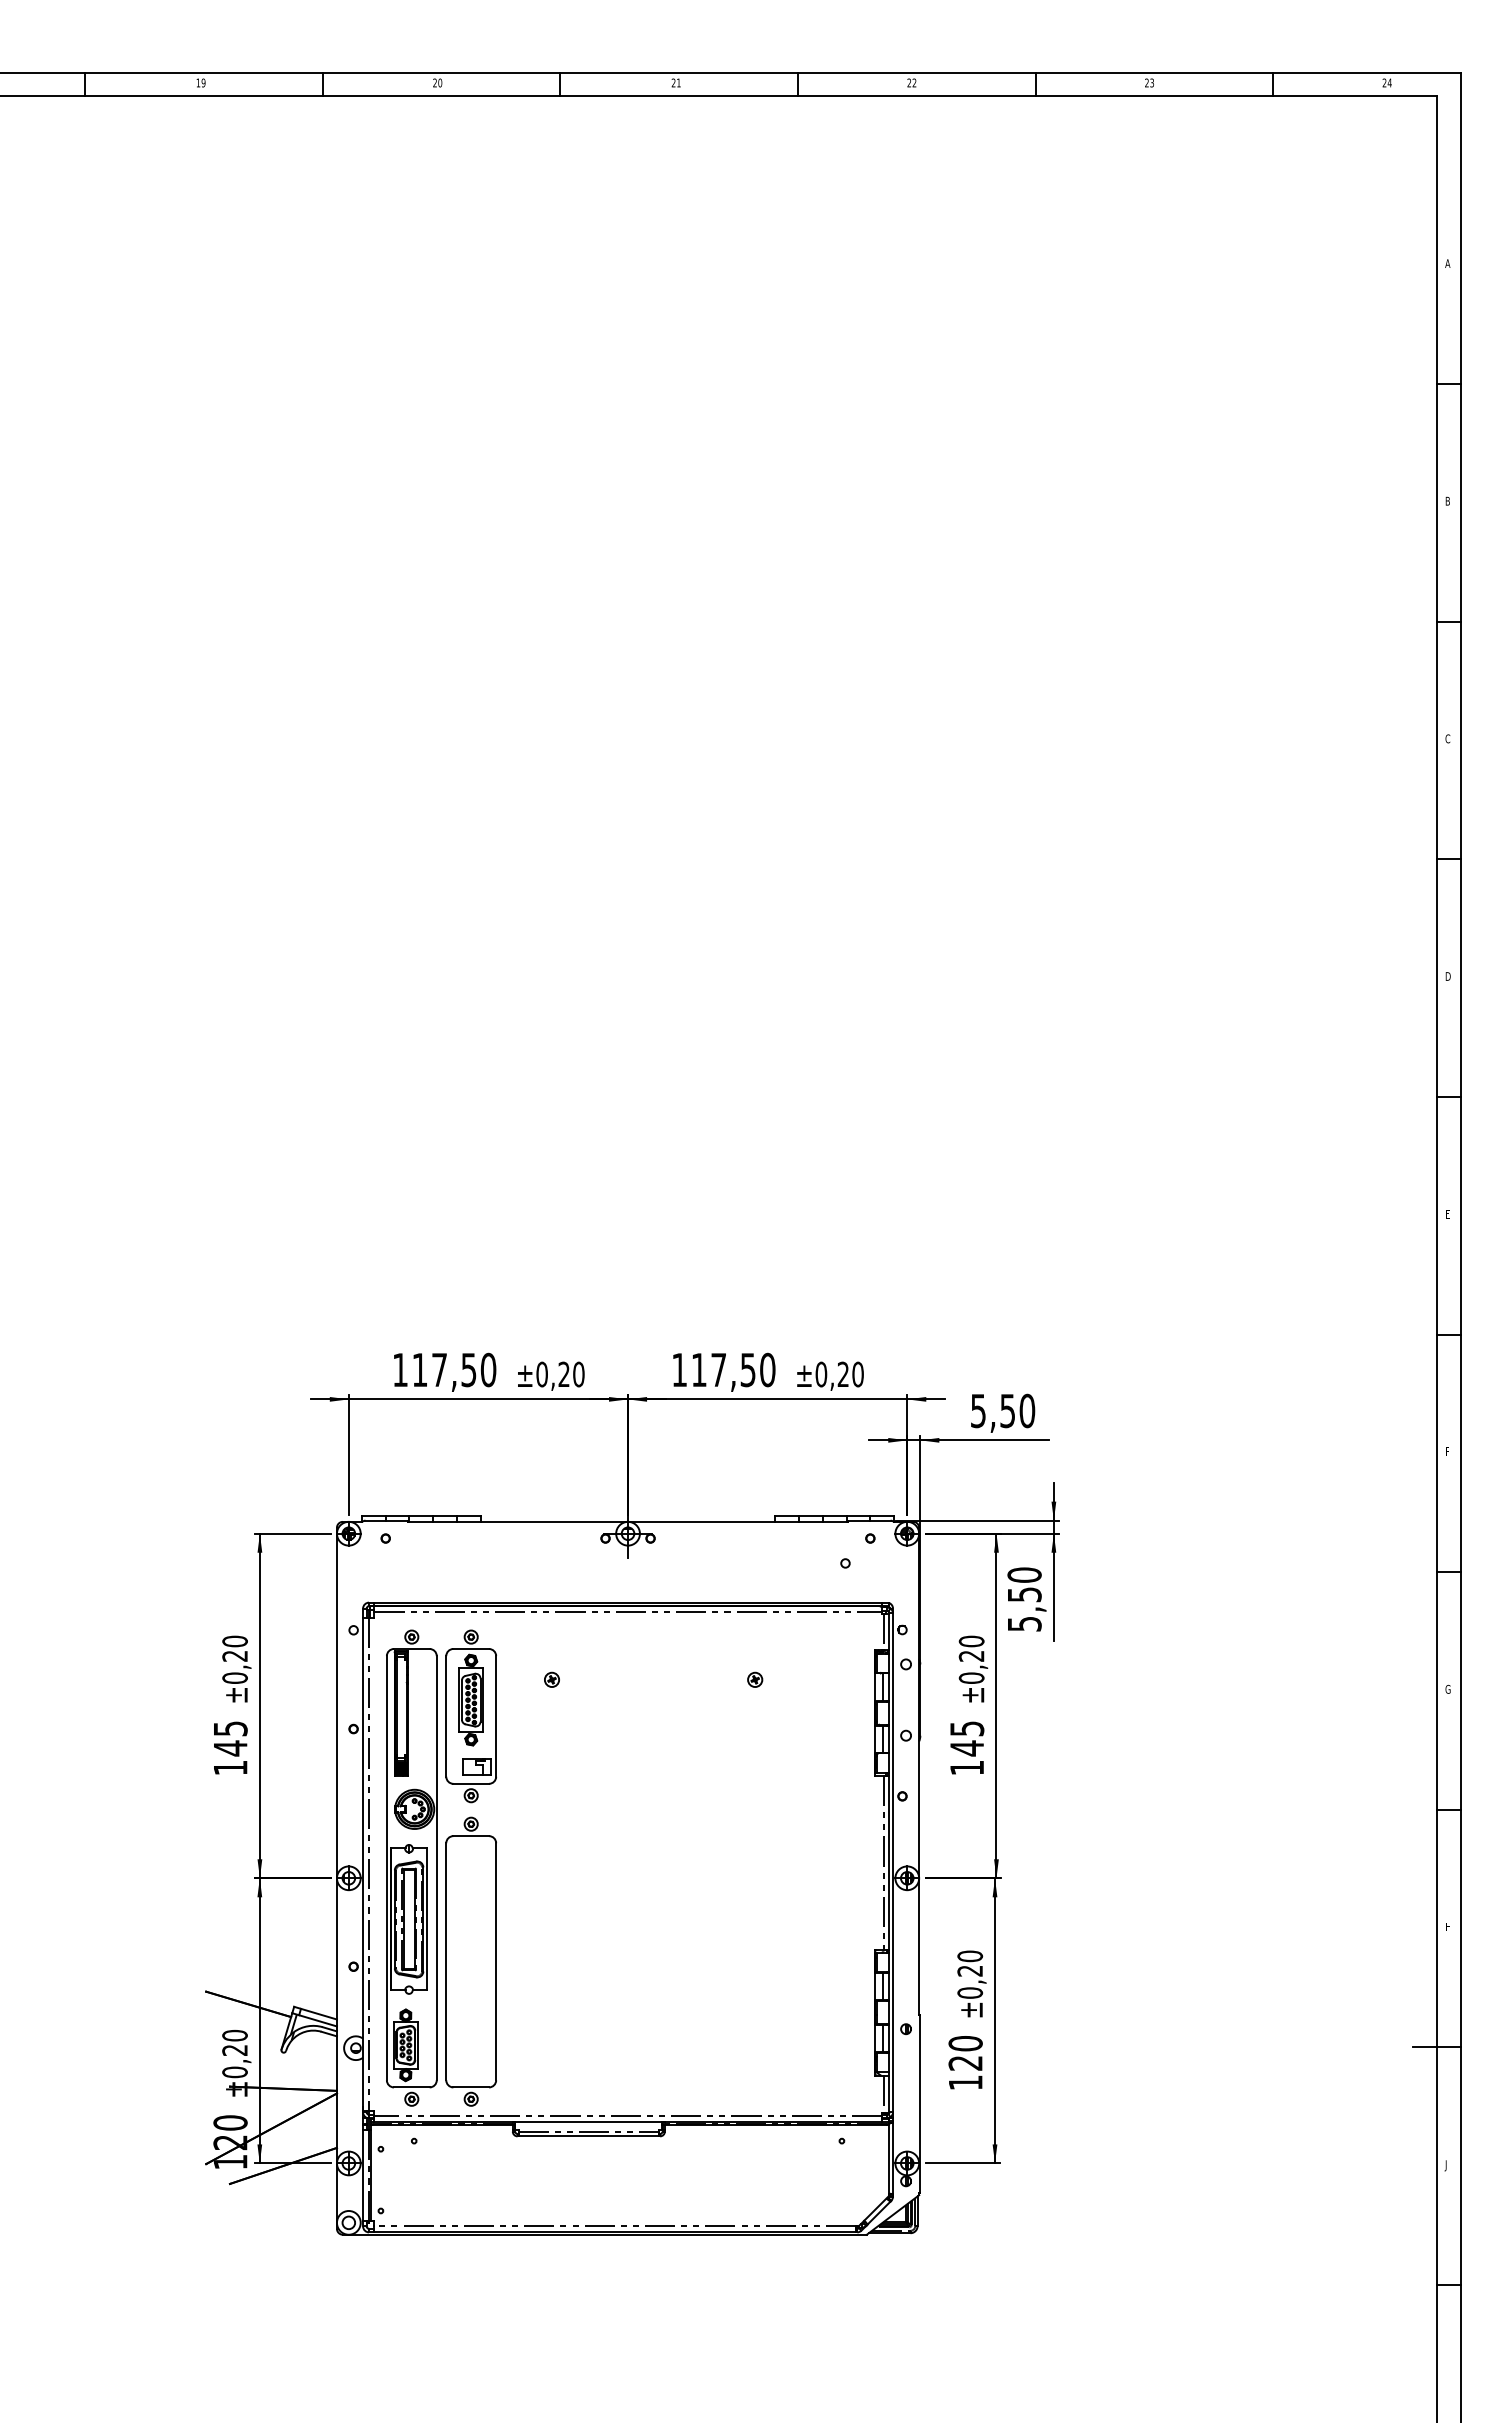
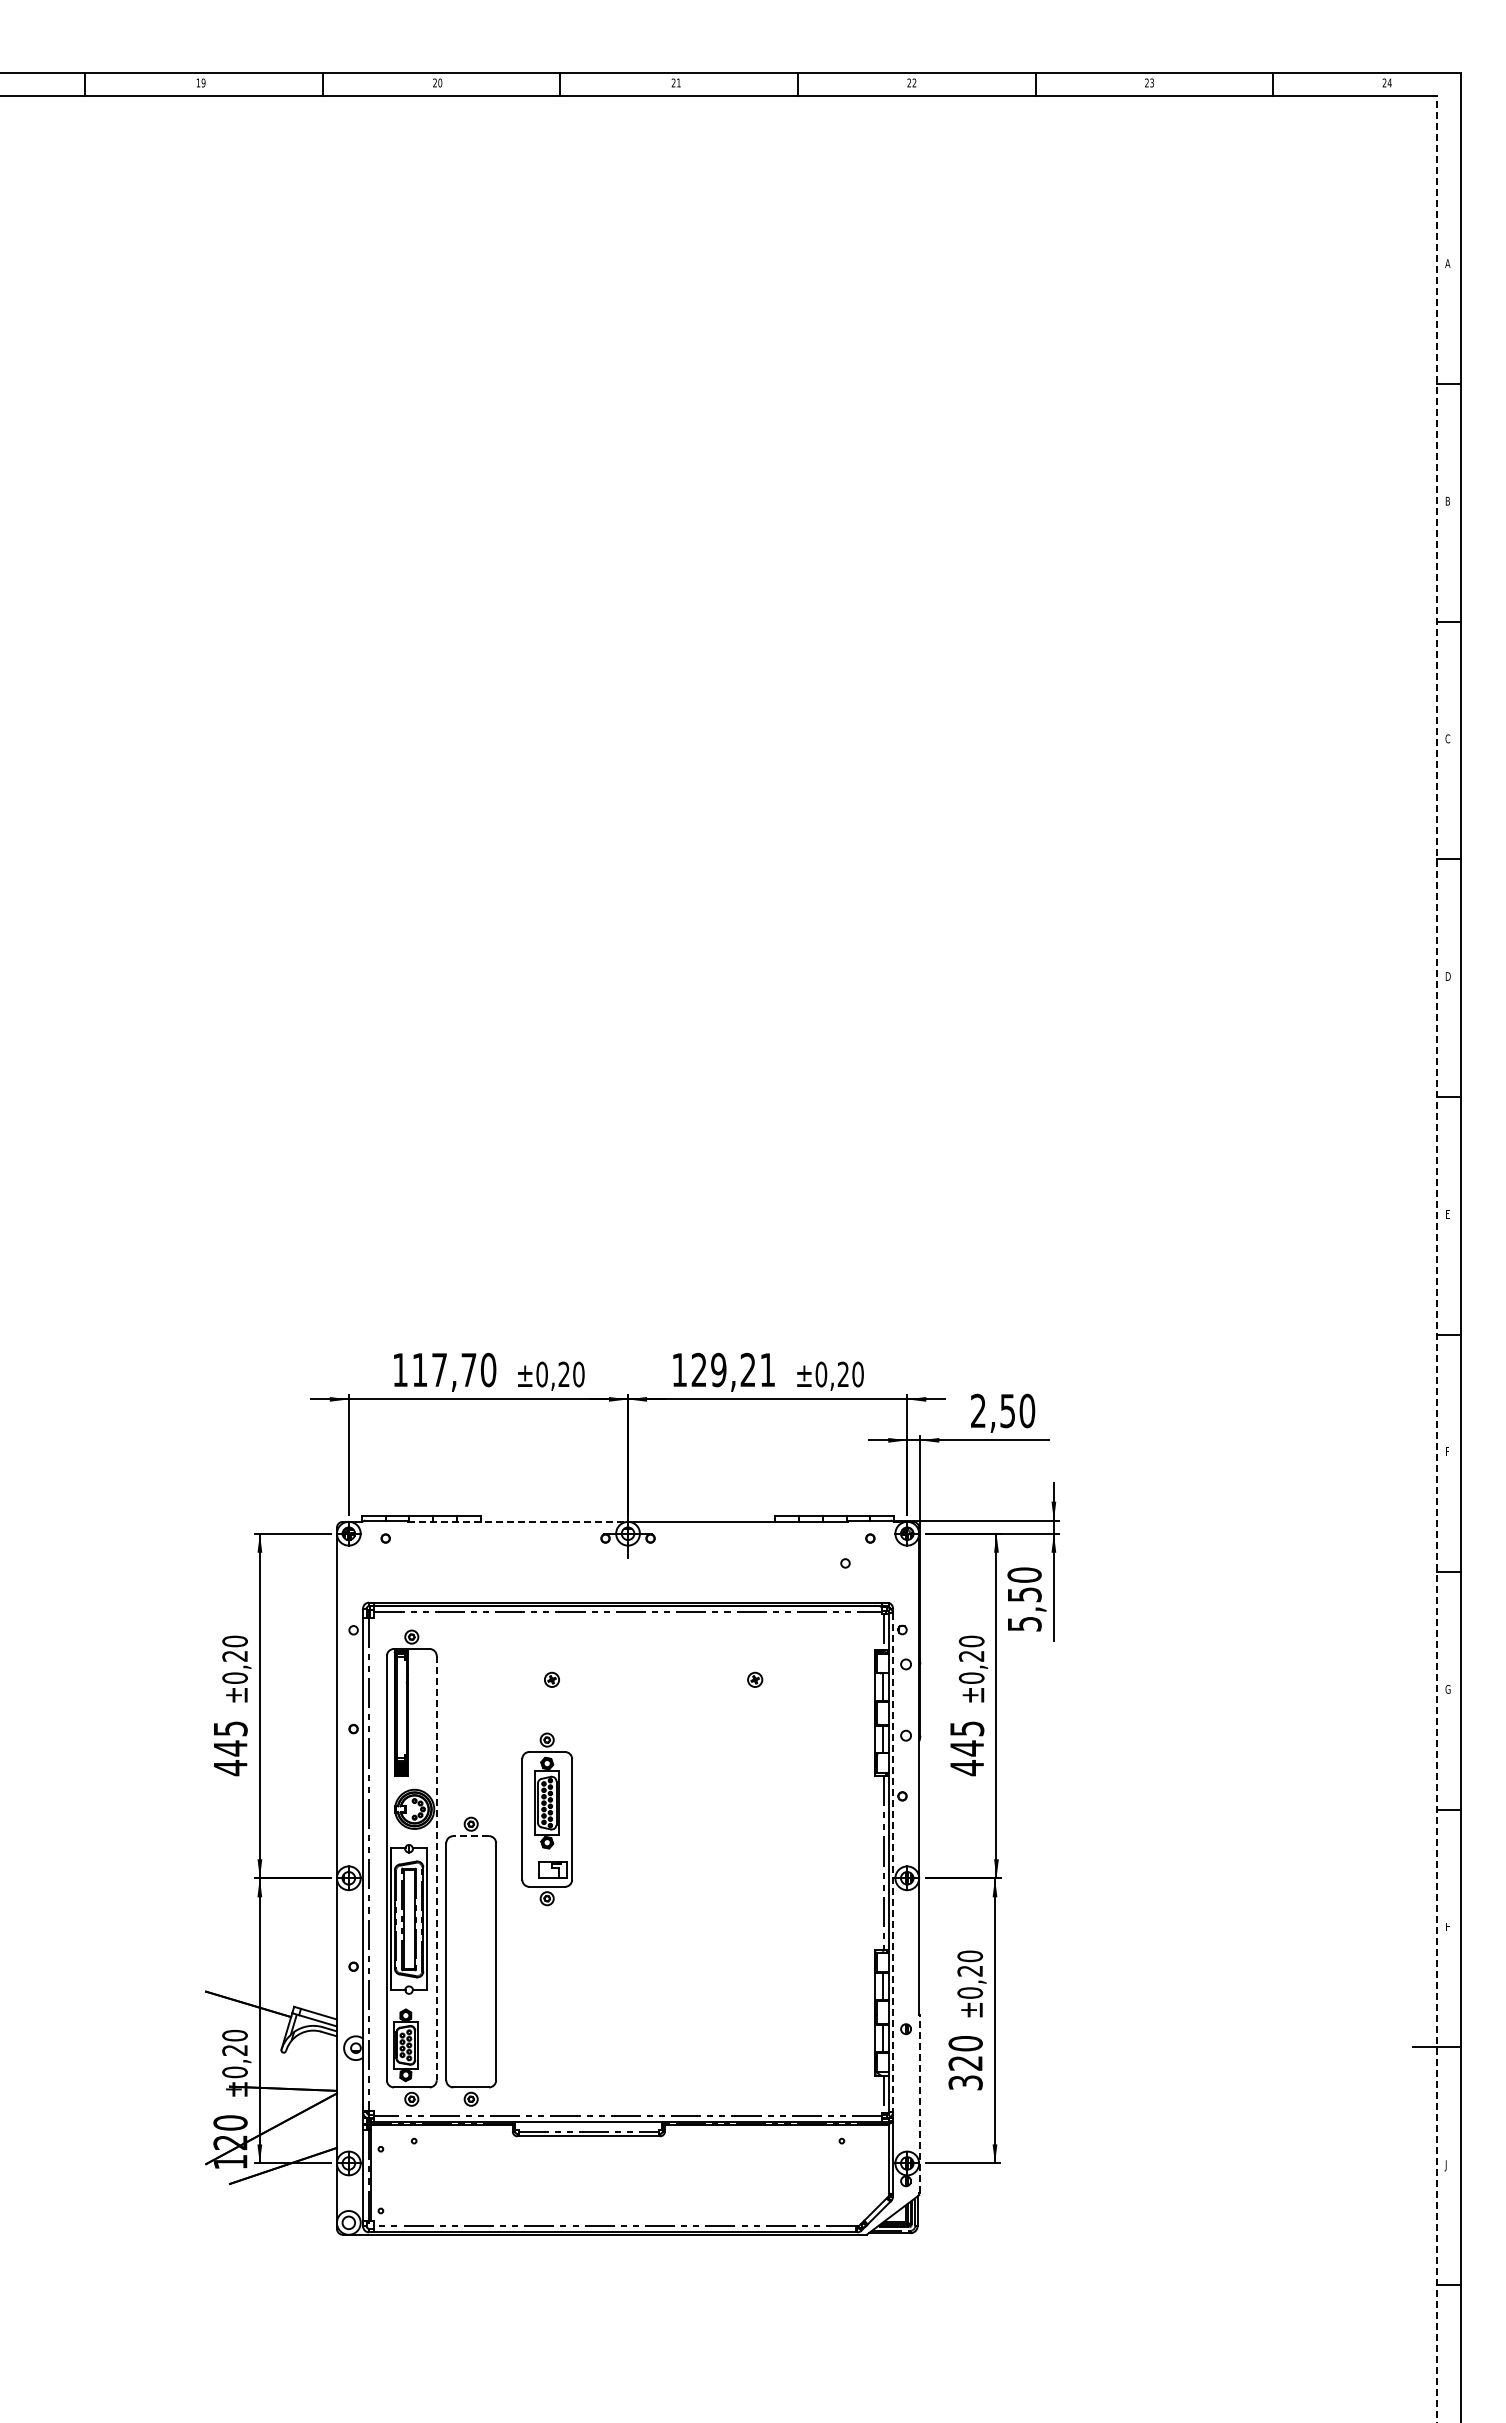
line at (1437, 1259): solid -> dashed
text at (733, 1369): 117,50 -> 129,21
text at (468, 1370): 117,50 -> 117,70
text at (978, 1410): 5,50 -> 2,50
line at (518, 1521): solid -> dashed
part at (470, 1716) position: (470, 1716) -> (546, 1819)
text at (230, 1768): 145 -> 445
text at (966, 1768): 145 -> 445
line at (471, 1836): solid -> dashed
line at (893, 1862): solid -> dashed
line at (436, 1868): solid -> dashed
text at (965, 2082): 120 -> 320
line at (920, 2103): solid -> dashed
